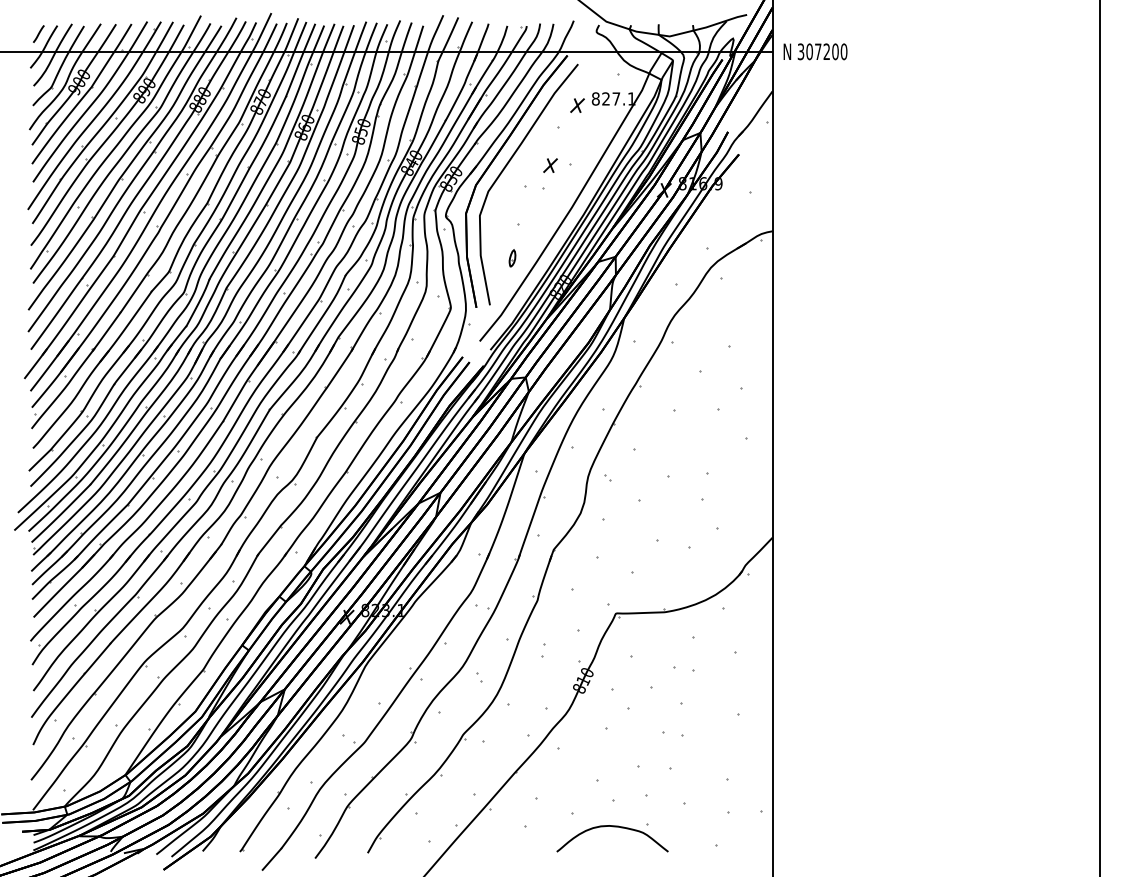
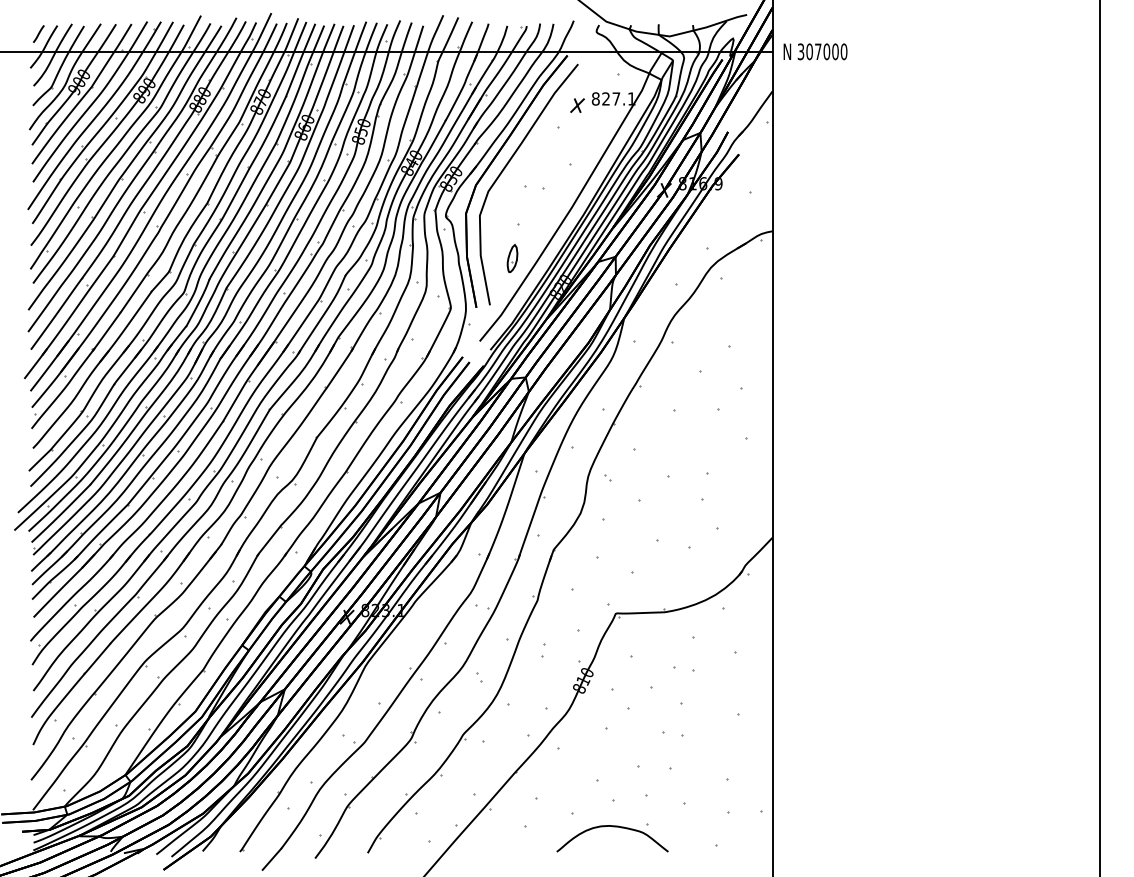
text at (826, 51): 307200 -> 307000
part at (550, 165): present -> none
part at (512, 258) size: 9x19 px -> 13x30 px
